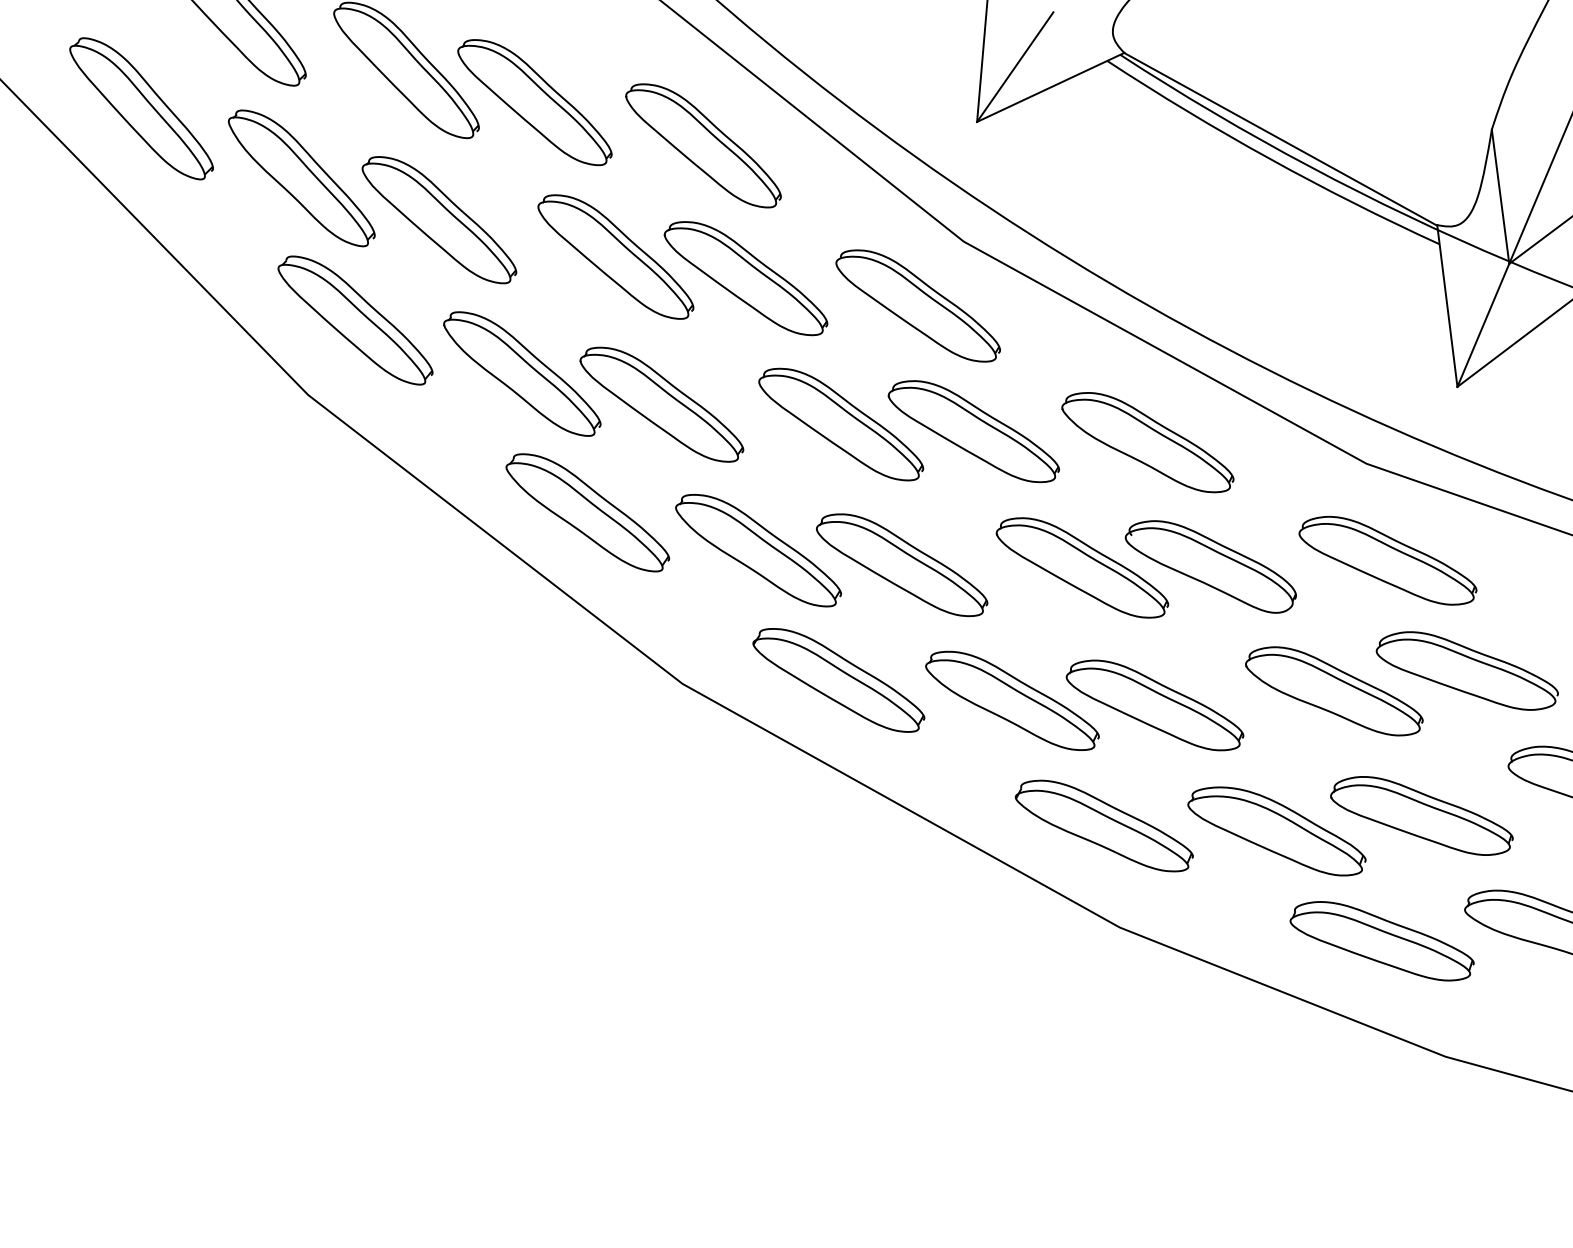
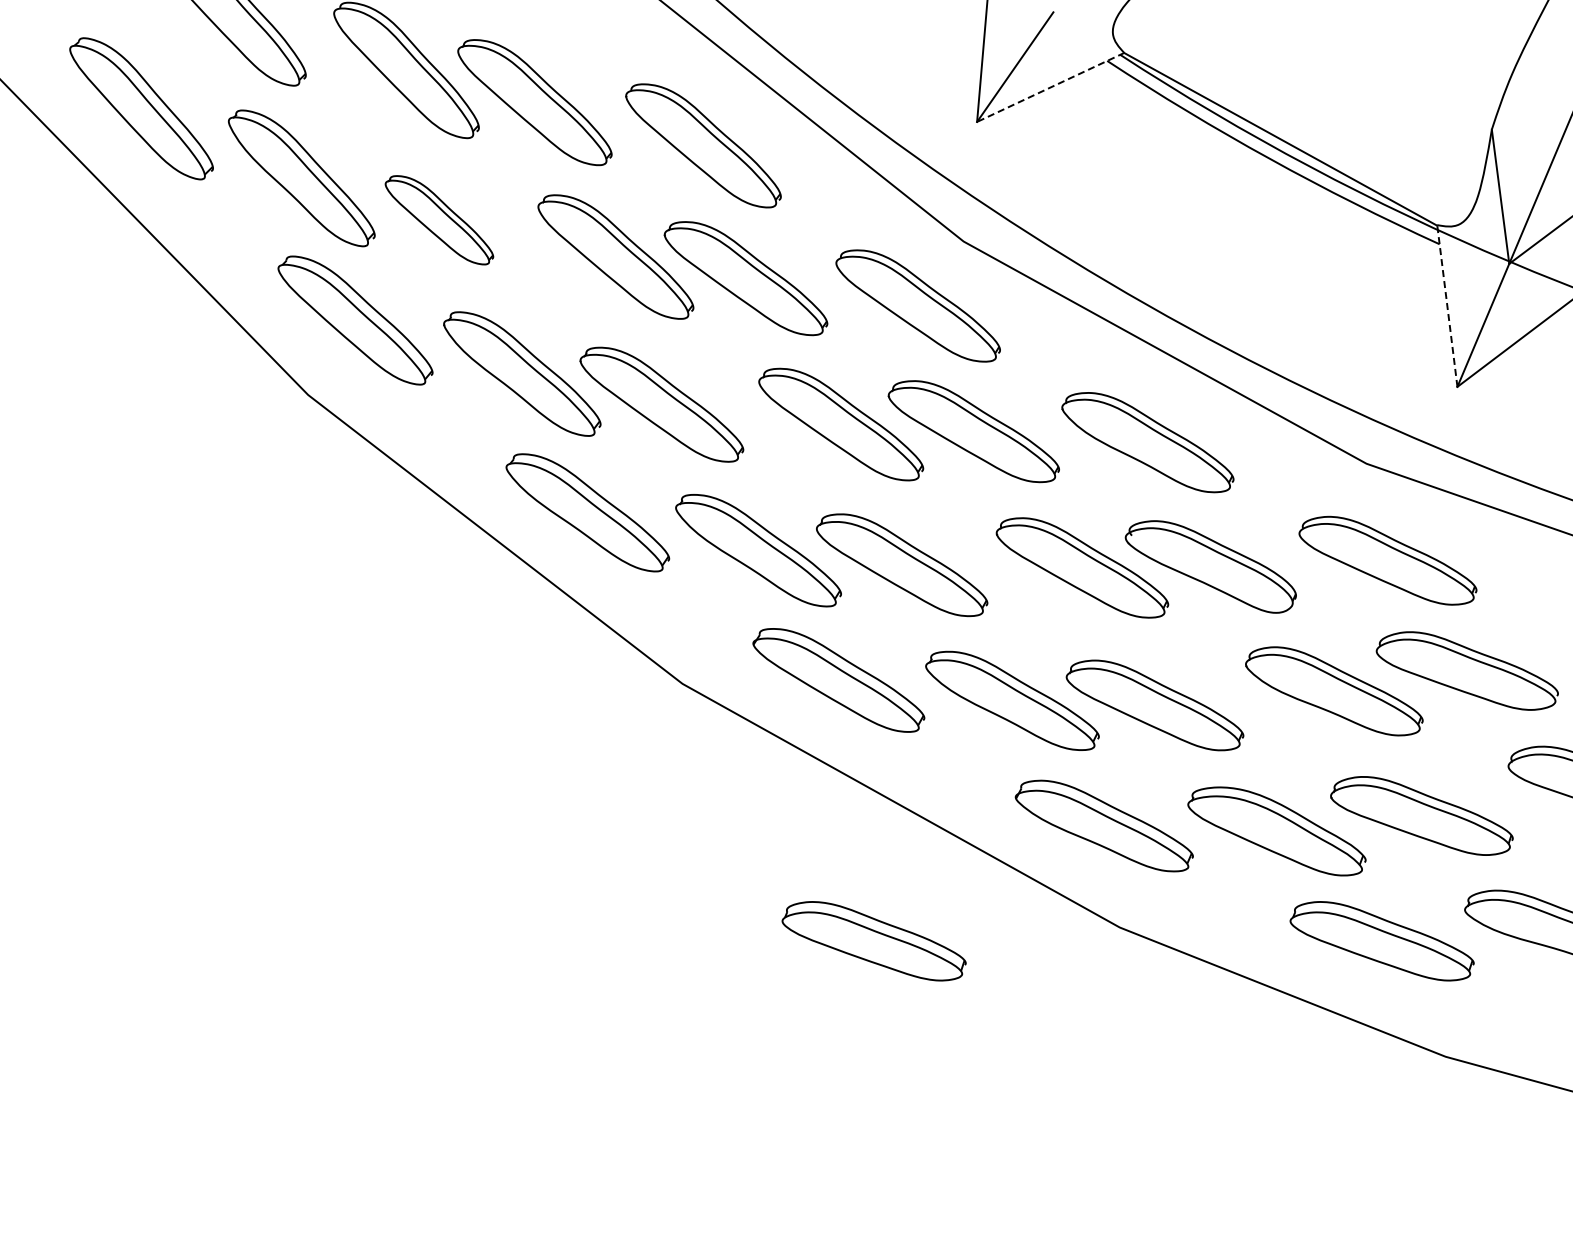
line at (1050, 87): solid -> dashed
part at (439, 220) size: 157x129 px -> 111x91 px
line at (1447, 306): solid -> dashed
part at (873, 941): none -> present
